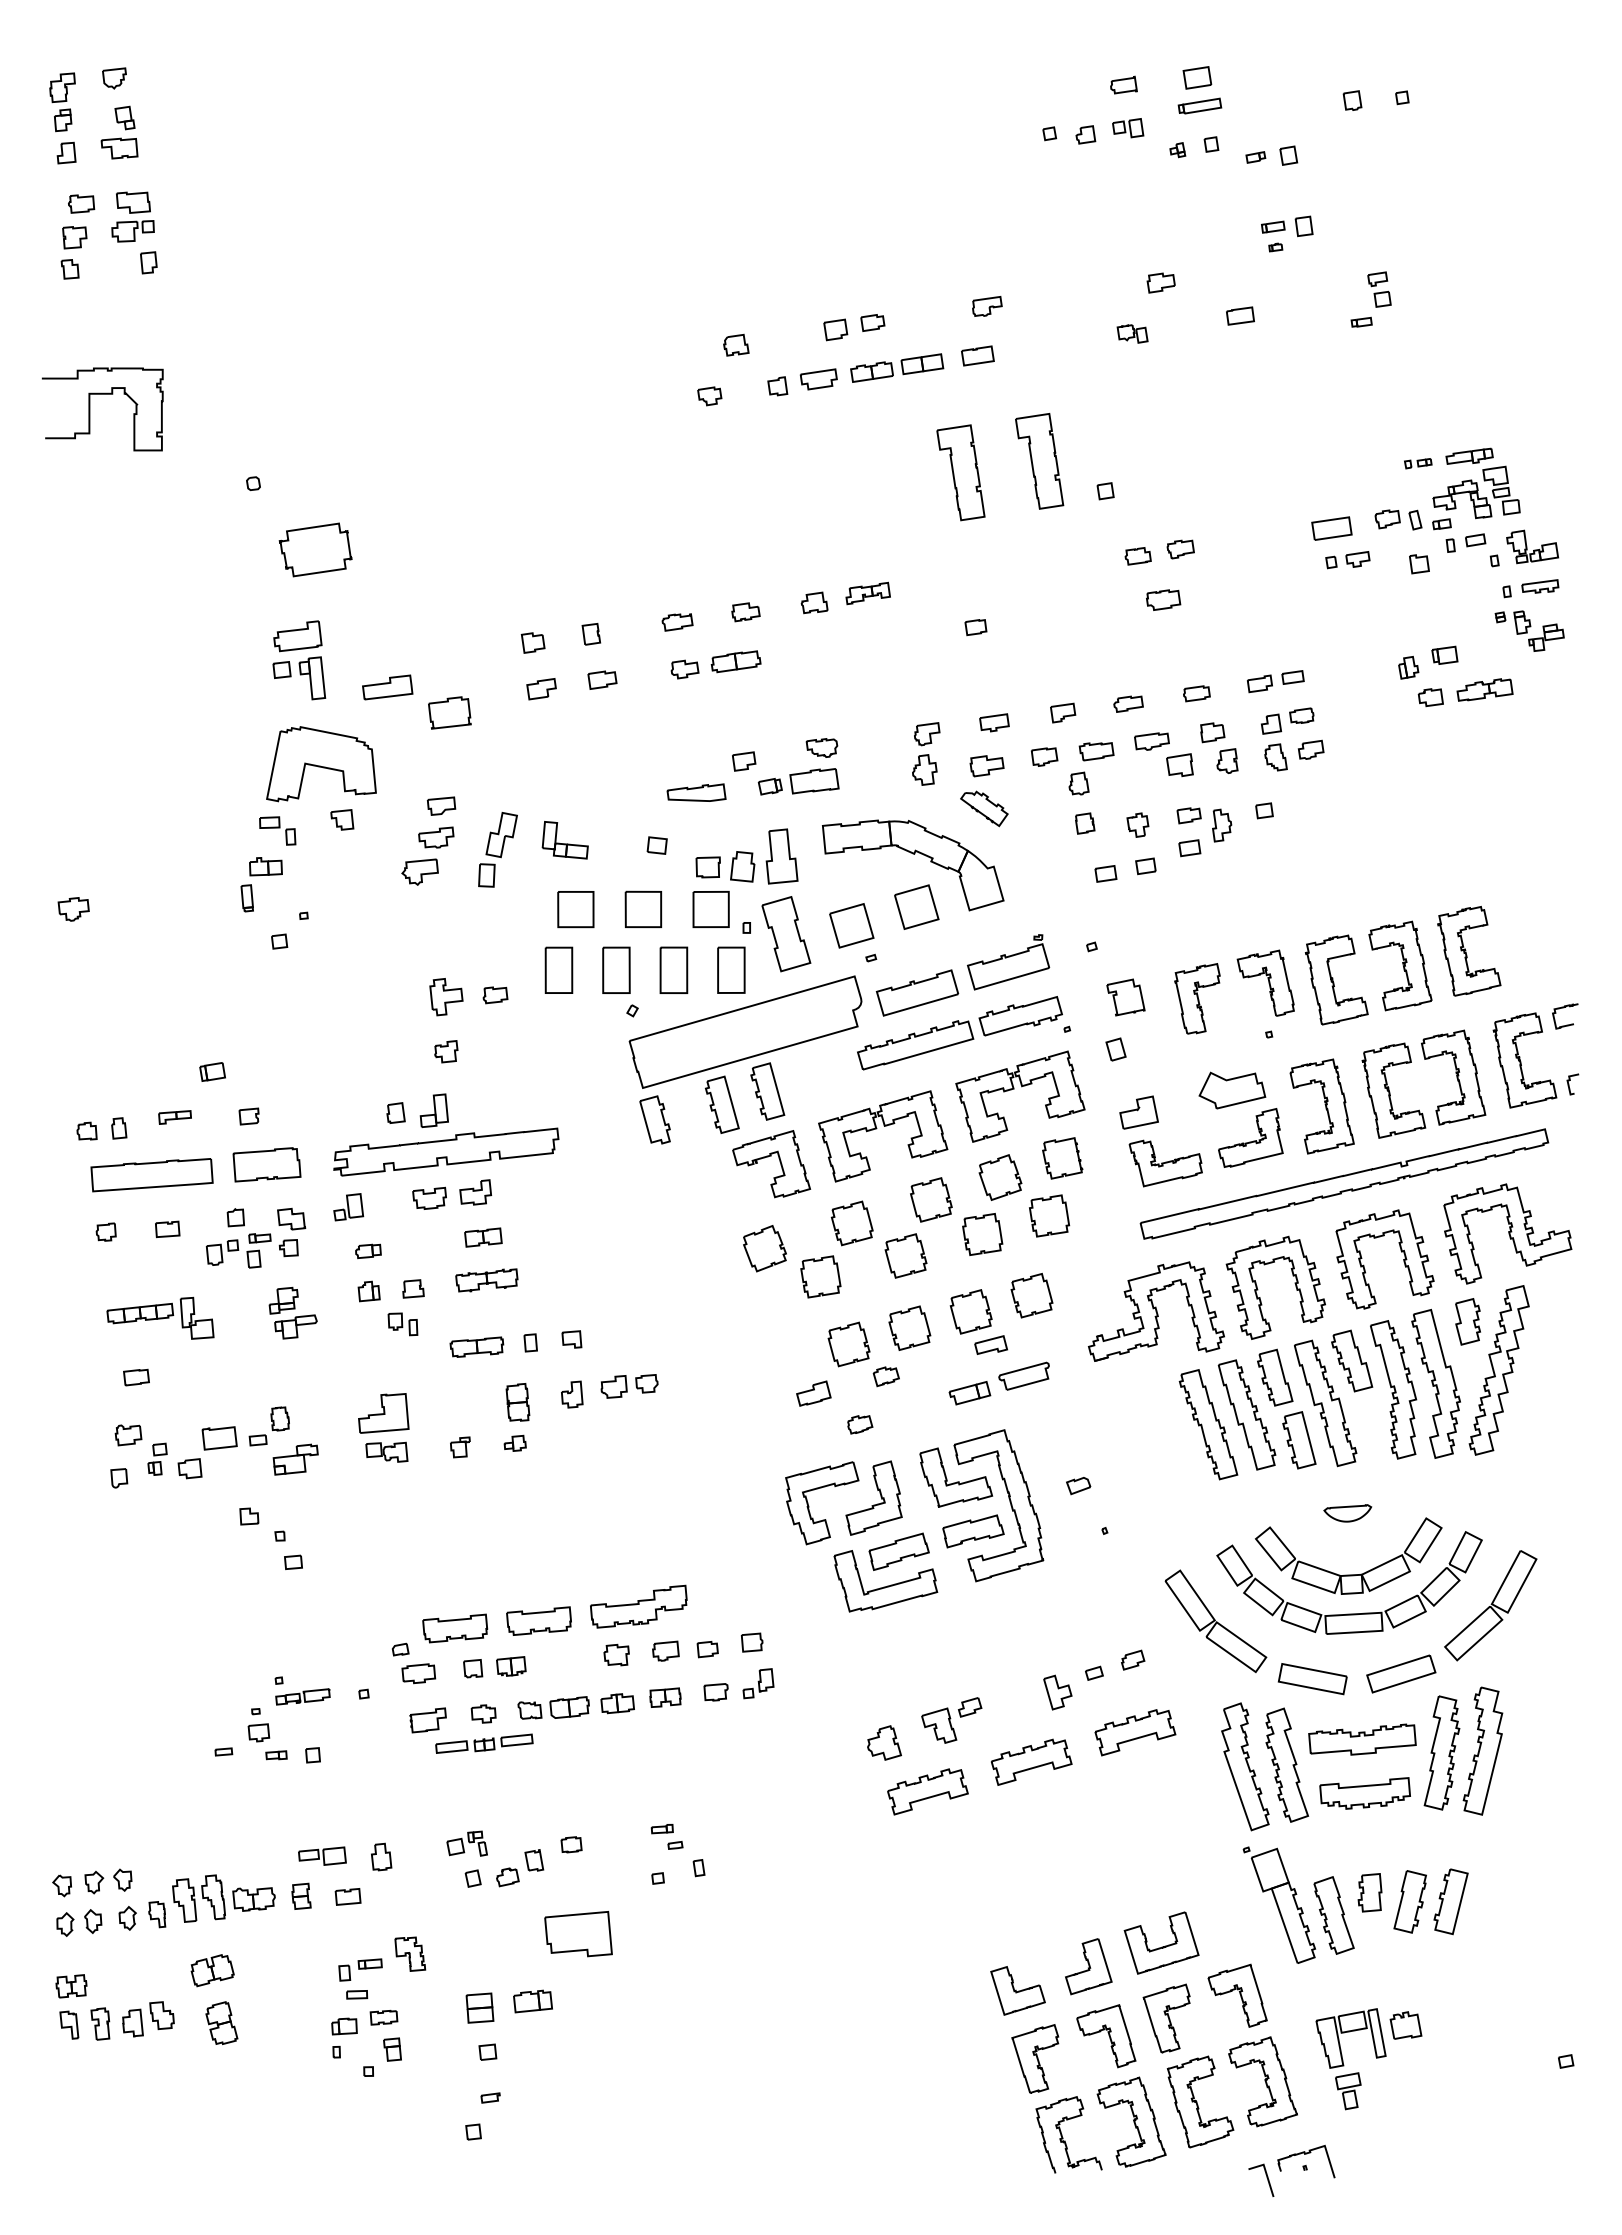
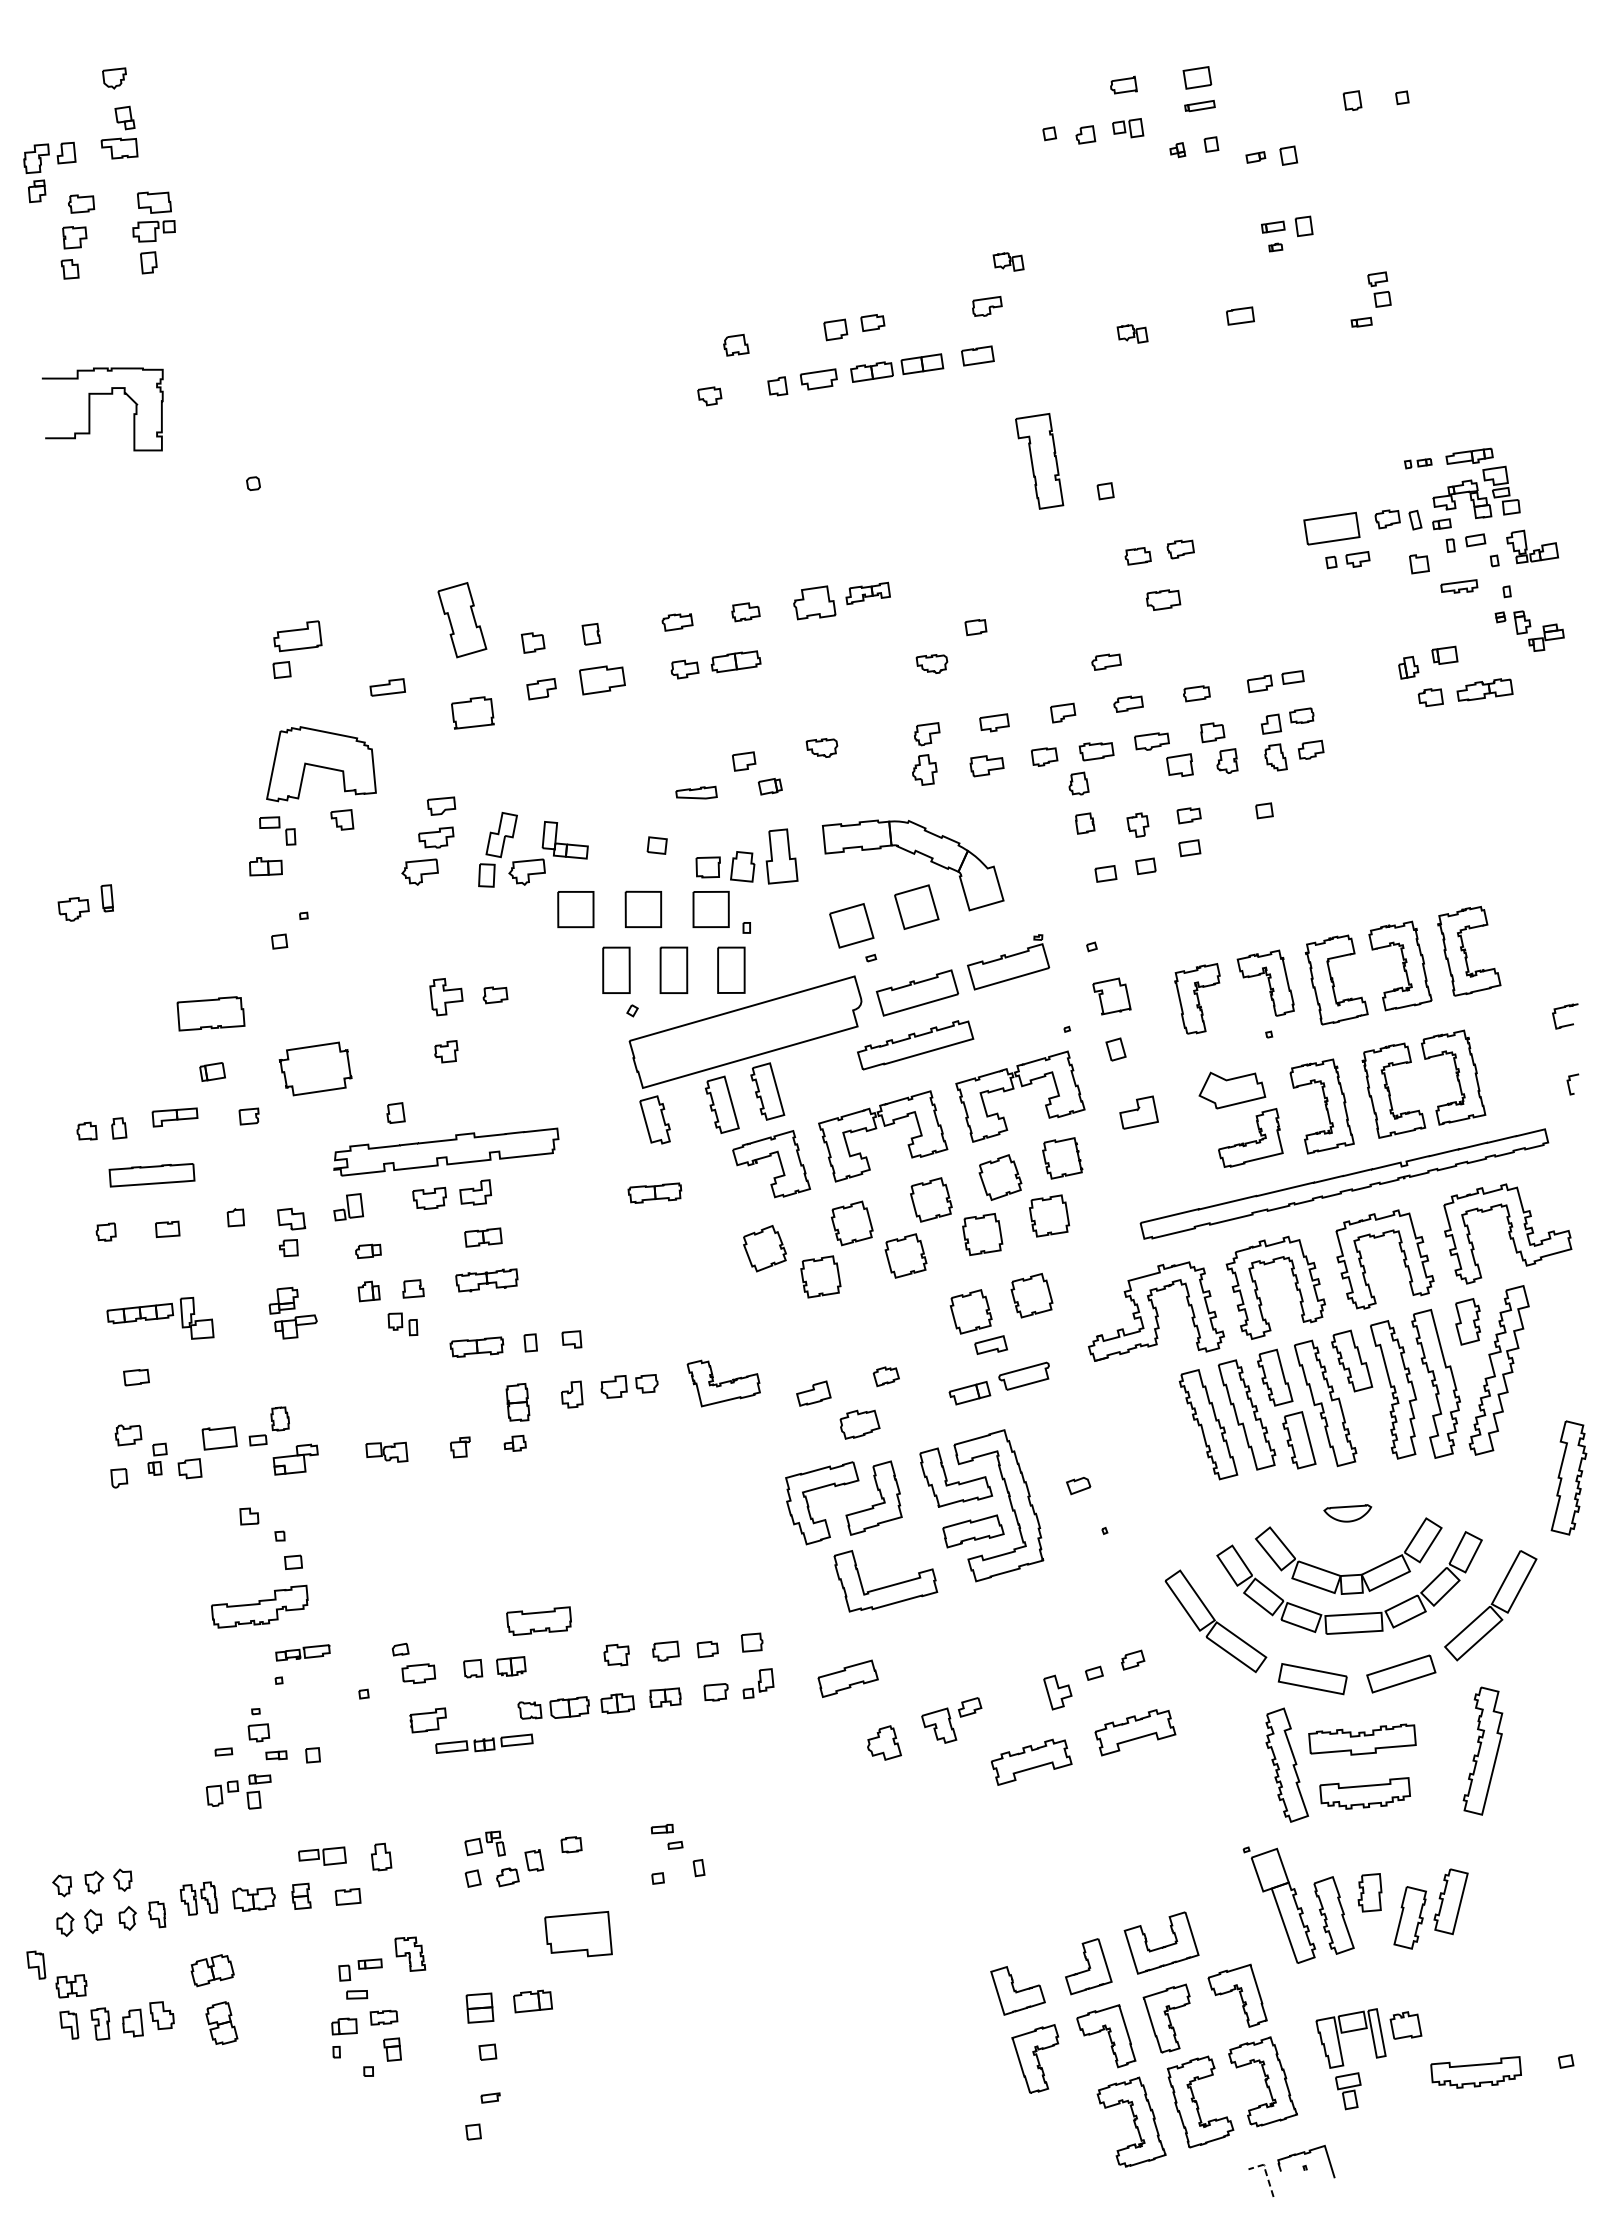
part at (62, 102) position: (62, 102) -> (36, 173)
part at (1199, 105) size: 46x18 px -> 32x14 px
part at (132, 216) position: (132, 216) -> (153, 216)
part at (1008, 261): none -> present
part at (1160, 282): present -> none
part at (960, 472): present -> none
part at (1331, 528) size: 42x25 px -> 58x35 px
part at (315, 549) position: (315, 549) -> (315, 1068)
part at (1540, 586) position: (1540, 586) -> (1459, 586)
part at (814, 602) size: 29x24 px -> 44x36 px
part at (1106, 661): none -> present
part at (931, 663): none -> present
part at (312, 678): present -> none
part at (602, 679) size: 31x20 px -> 47x31 px
part at (387, 687) size: 52x27 px -> 37x19 px
part at (449, 712) position: (449, 712) -> (472, 712)
part at (814, 781): present -> none
part at (696, 792) size: 61x19 px -> 43x15 px
part at (984, 808): present -> none
part at (1222, 825): present -> none
part at (526, 871): none -> present
part at (246, 898) position: (246, 898) -> (106, 898)
part at (786, 934) position: (786, 934) -> (462, 620)
part at (558, 969): present -> none
part at (1125, 997) position: (1125, 997) -> (1111, 996)
part at (1020, 1016): present -> none
part at (1524, 1060): present -> none
part at (433, 1110): present -> none
part at (174, 1117) size: 34x15 px -> 48x21 px
part at (1165, 1163) position: (1165, 1163) -> (723, 1383)
part at (266, 1164) position: (266, 1164) -> (210, 1013)
part at (151, 1175) size: 124x35 px -> 88x25 px
part at (654, 1192): none -> present
part at (238, 1250) position: (238, 1250) -> (238, 1791)
part at (909, 1327): present -> none
part at (848, 1344): present -> none
part at (383, 1413): present -> none
part at (860, 1424) size: 27x20 px -> 42x31 px
part at (898, 1551) position: (898, 1551) -> (847, 1678)
part at (638, 1606) position: (638, 1606) -> (259, 1606)
part at (455, 1628): present -> none
part at (302, 1696) position: (302, 1696) -> (302, 1652)
part at (483, 1713): present -> none
part at (1441, 1752) position: (1441, 1752) -> (1568, 1477)
part at (1245, 1766): present -> none
part at (927, 1791): present -> none
part at (466, 1843) position: (466, 1843) -> (484, 1843)
part at (198, 1898) size: 54x49 px -> 40x35 px
part at (1409, 1901) position: (1409, 1901) -> (1409, 1917)
part at (36, 1964): none -> present
part at (1475, 2072): none -> present
curve at (1063, 2137): present -> none
line at (1265, 2172): solid -> dashed
